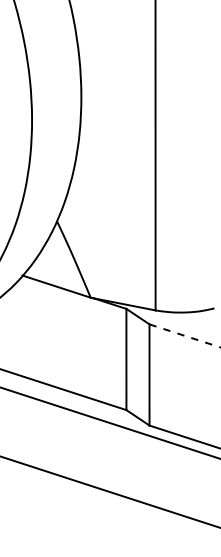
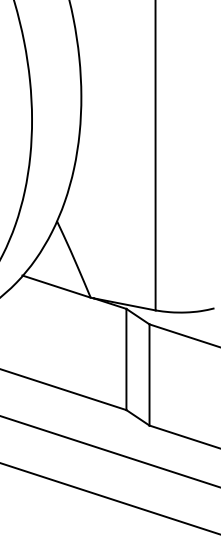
line at (185, 336): dashed -> solid
line at (109, 423) position: (109, 423) -> (109, 451)
line at (109, 491) position: (109, 491) -> (109, 498)
